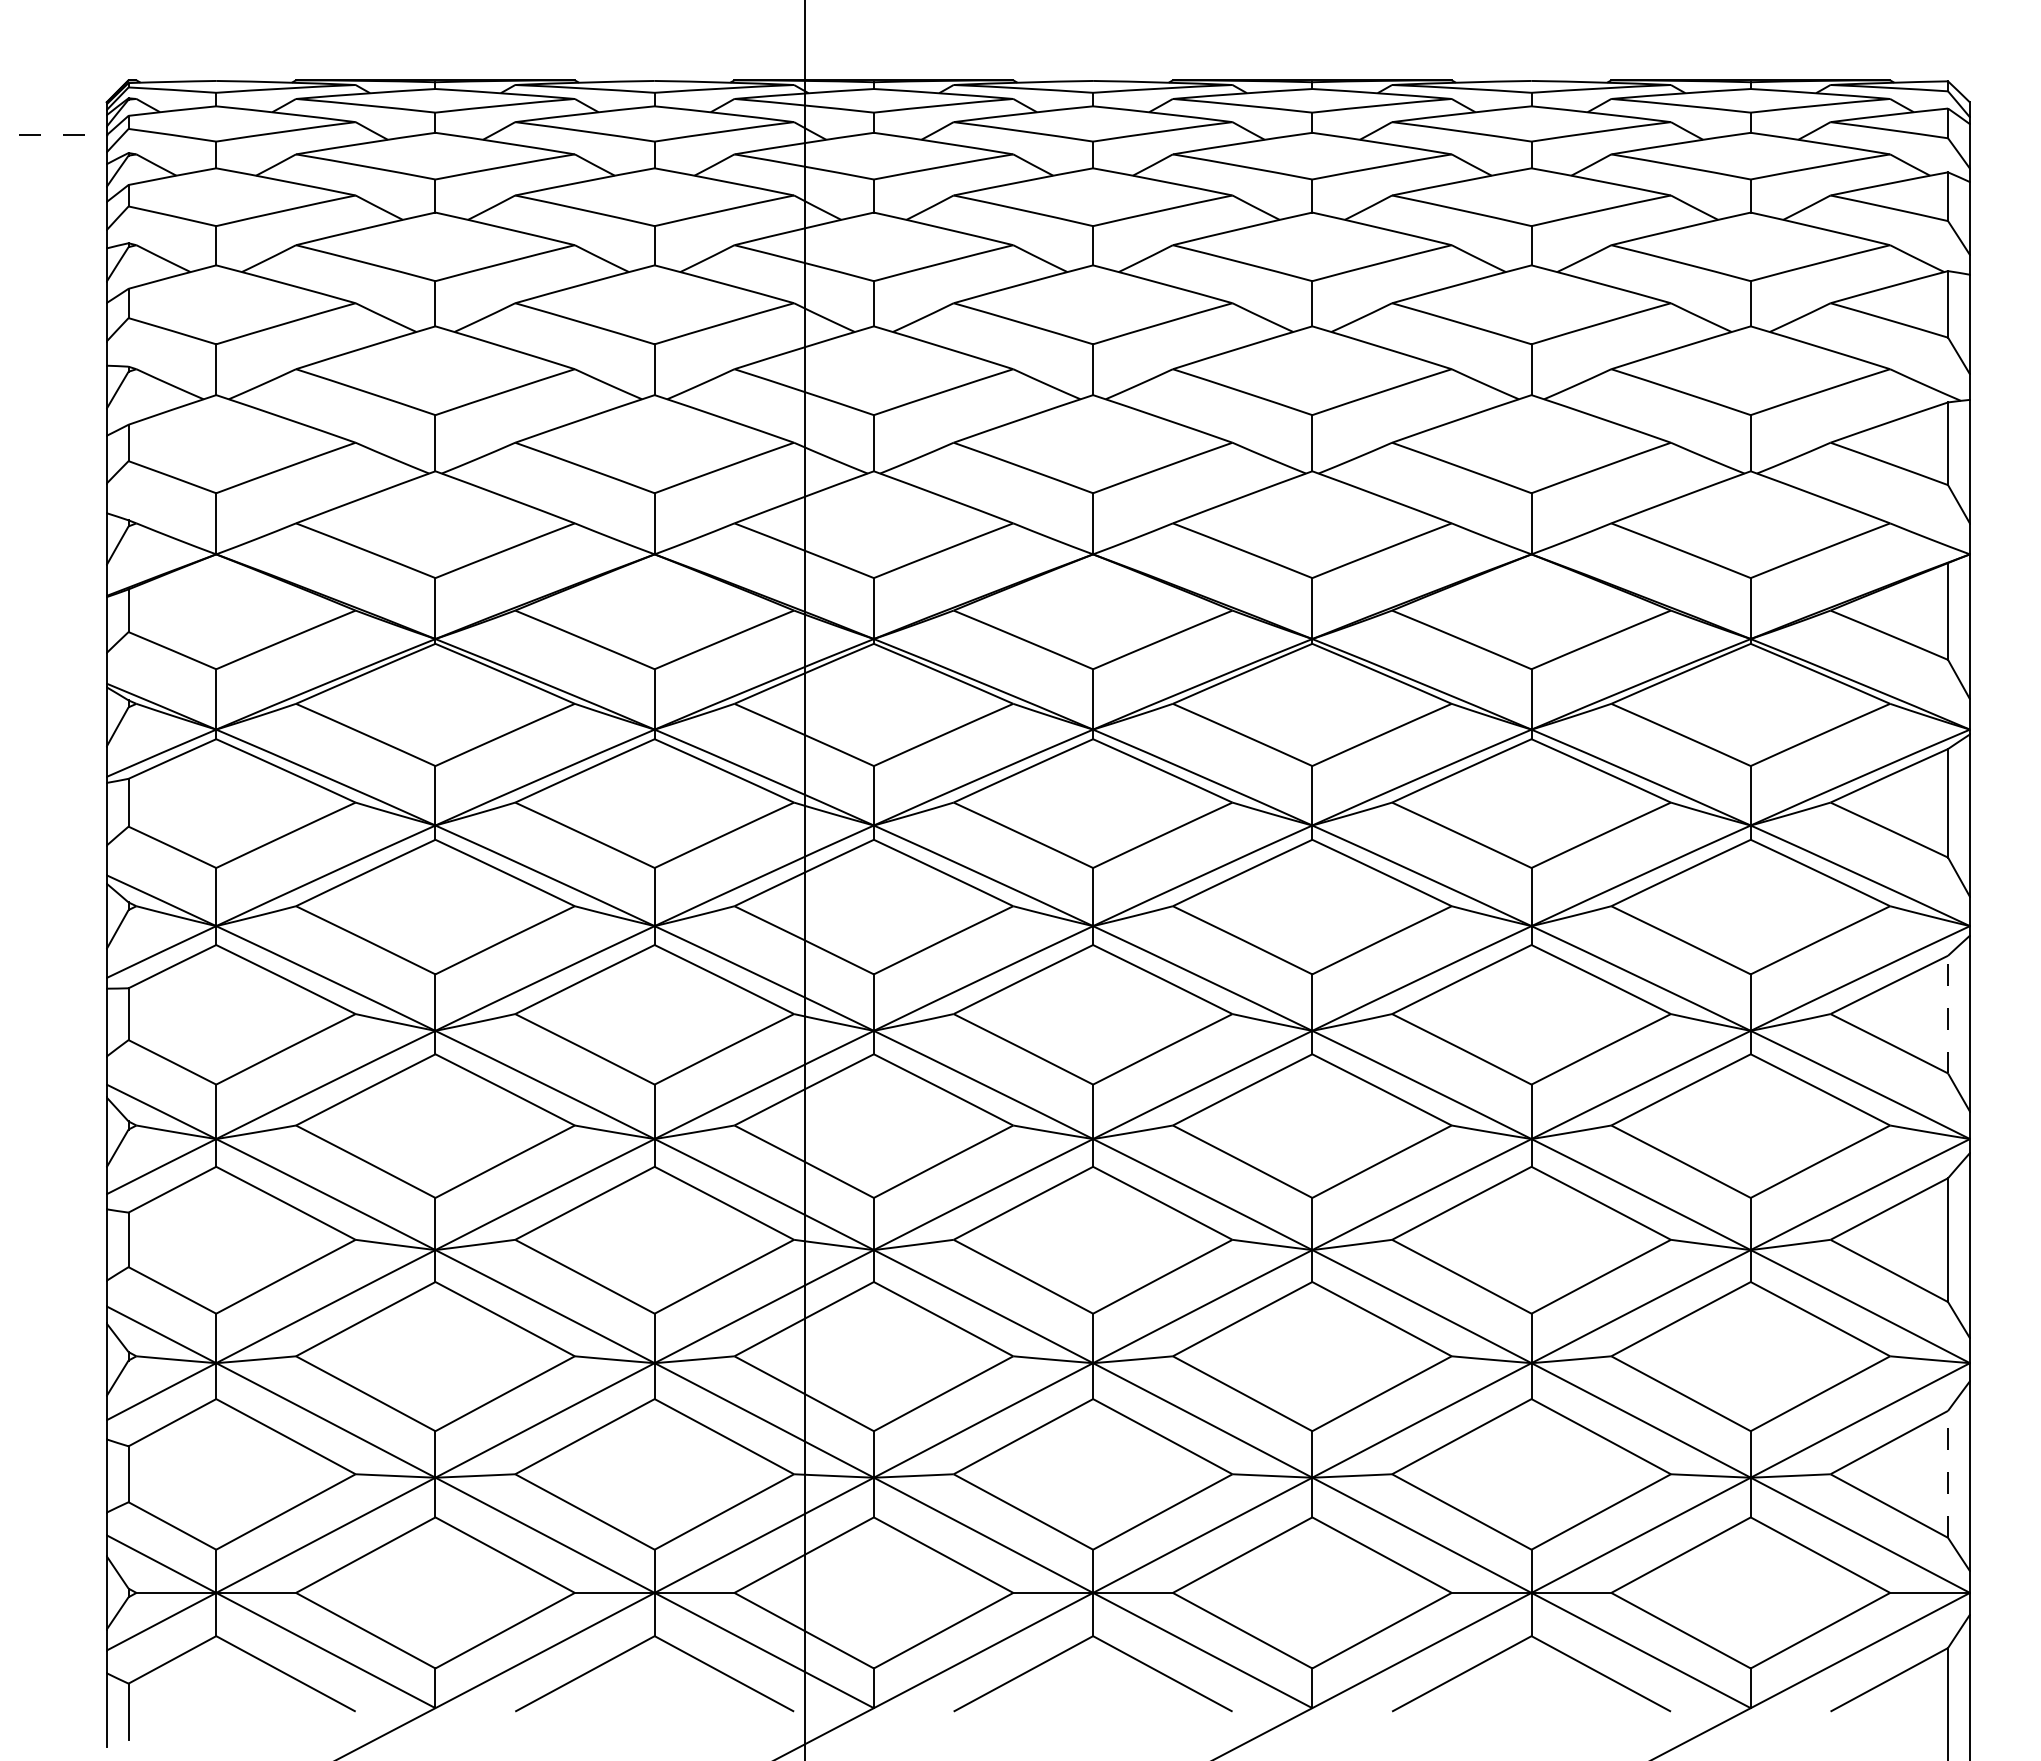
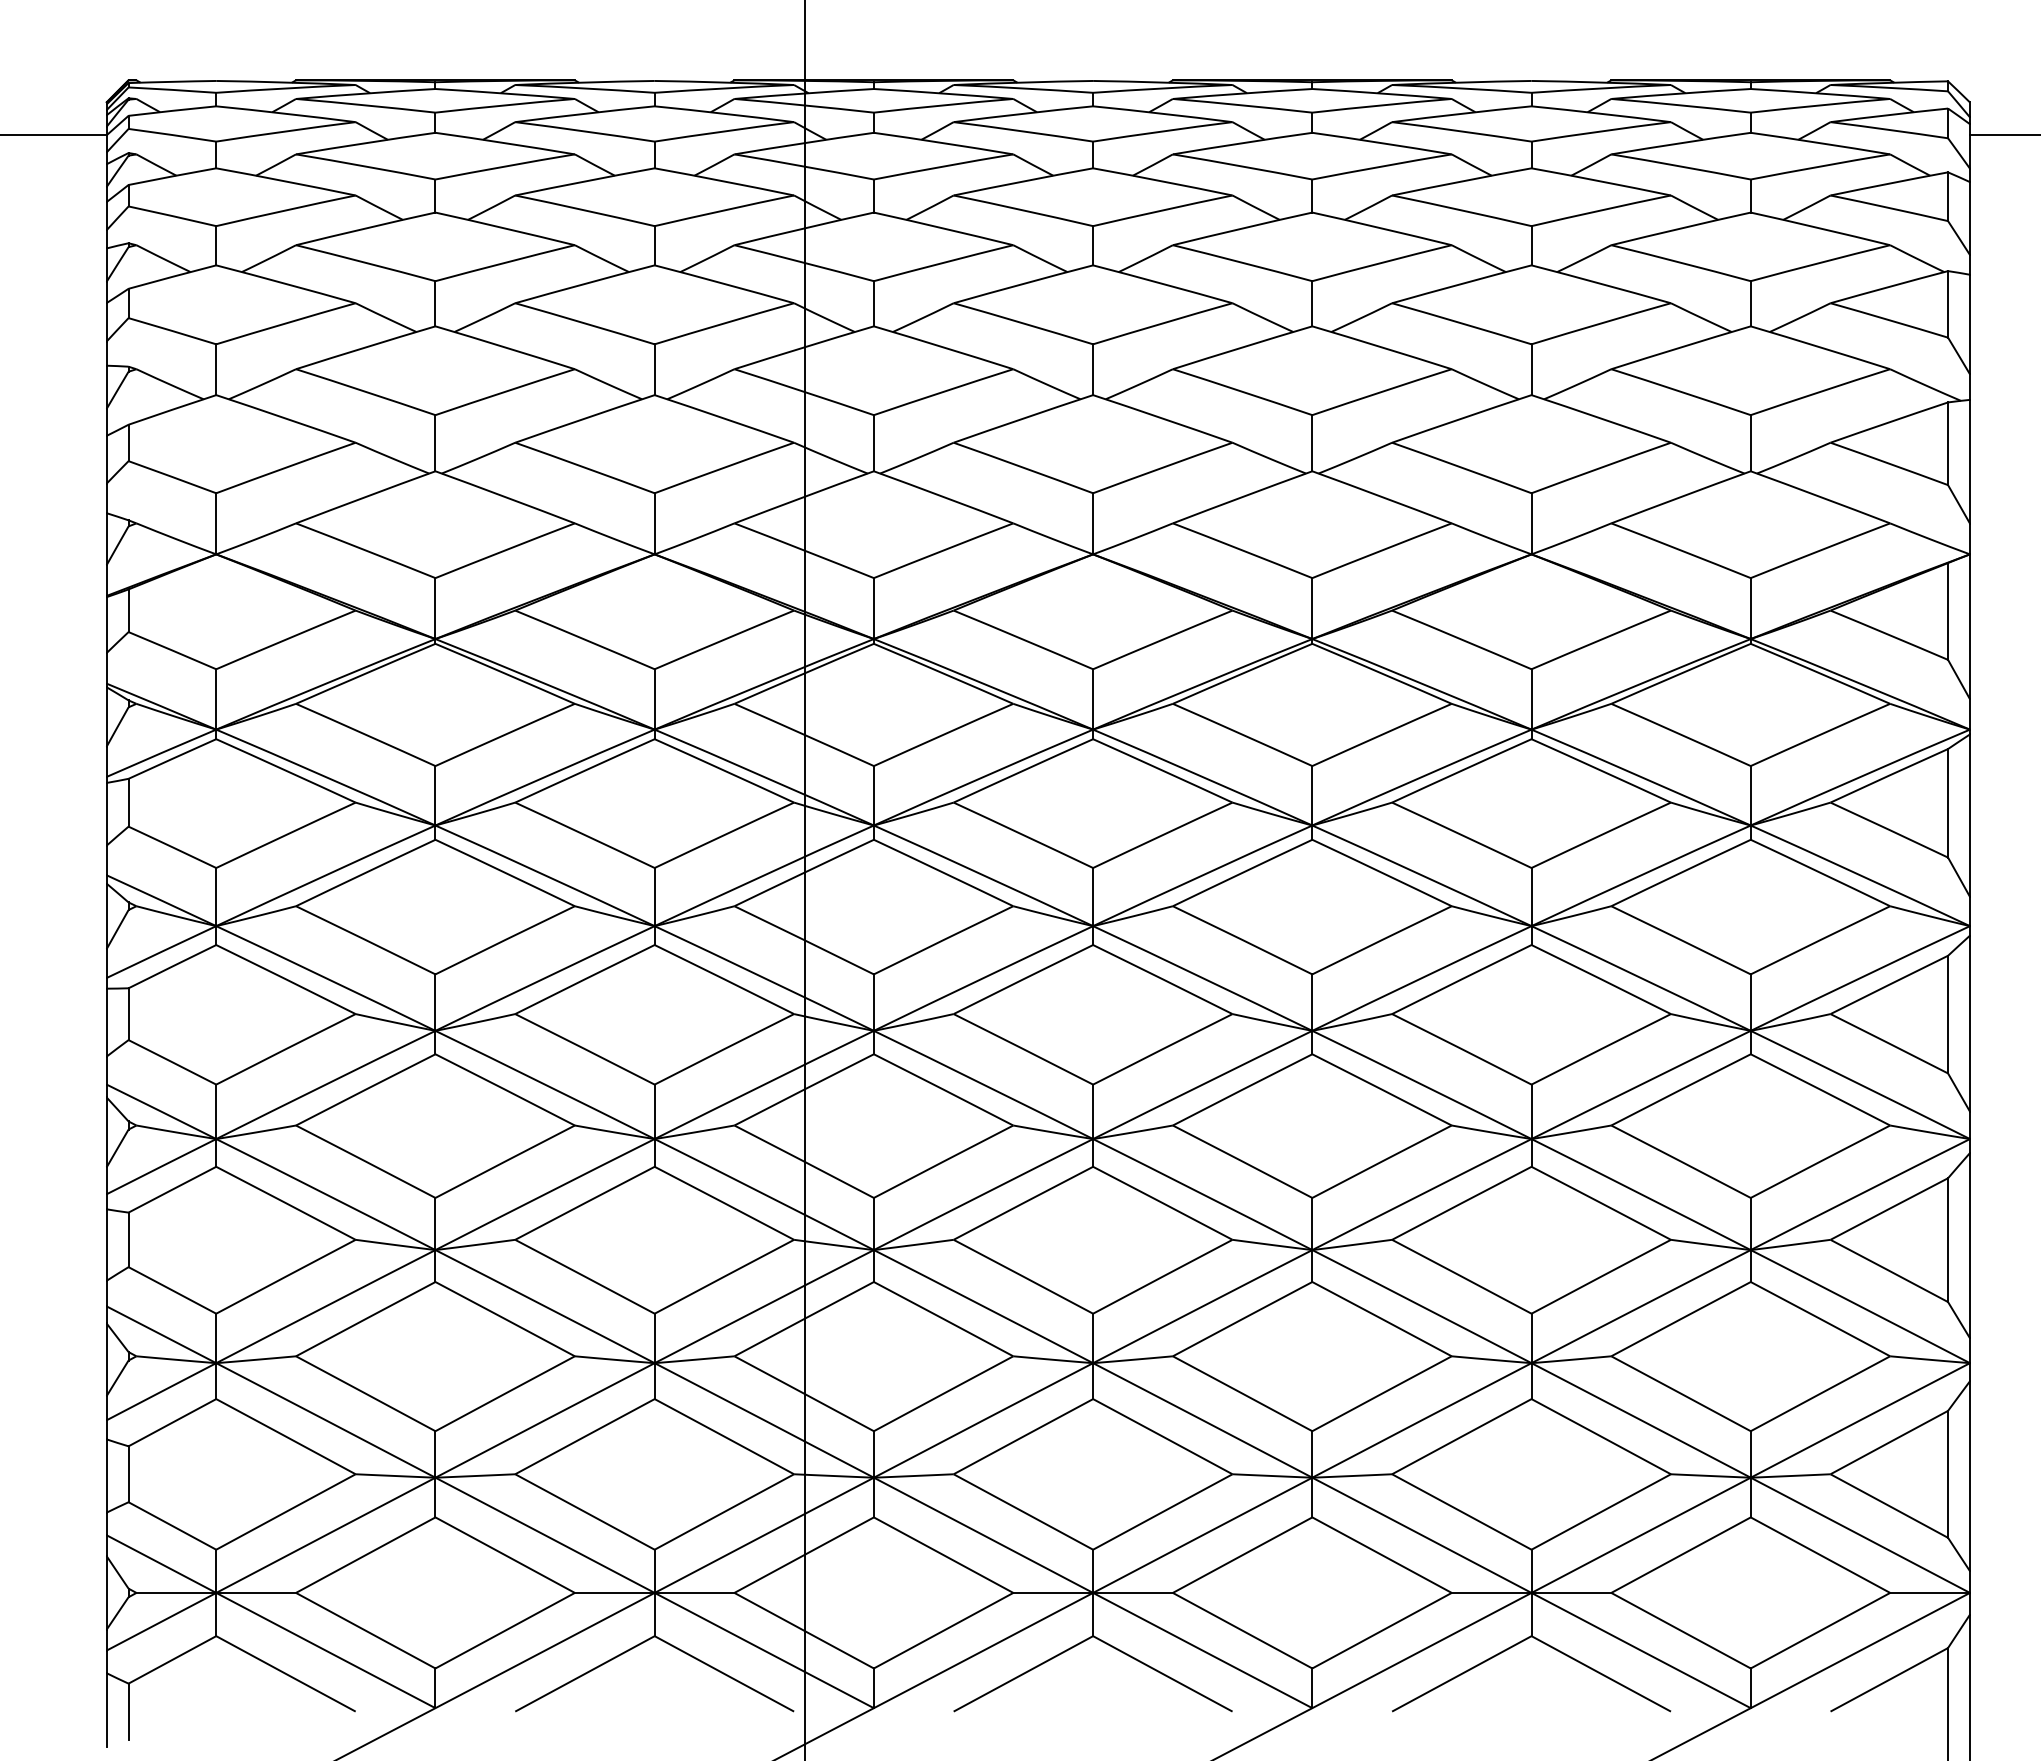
line at (53, 135): dashed -> solid
line at (2003, 135): none -> present
line at (1948, 1014): dashed -> solid
line at (1948, 1473): dashed -> solid
